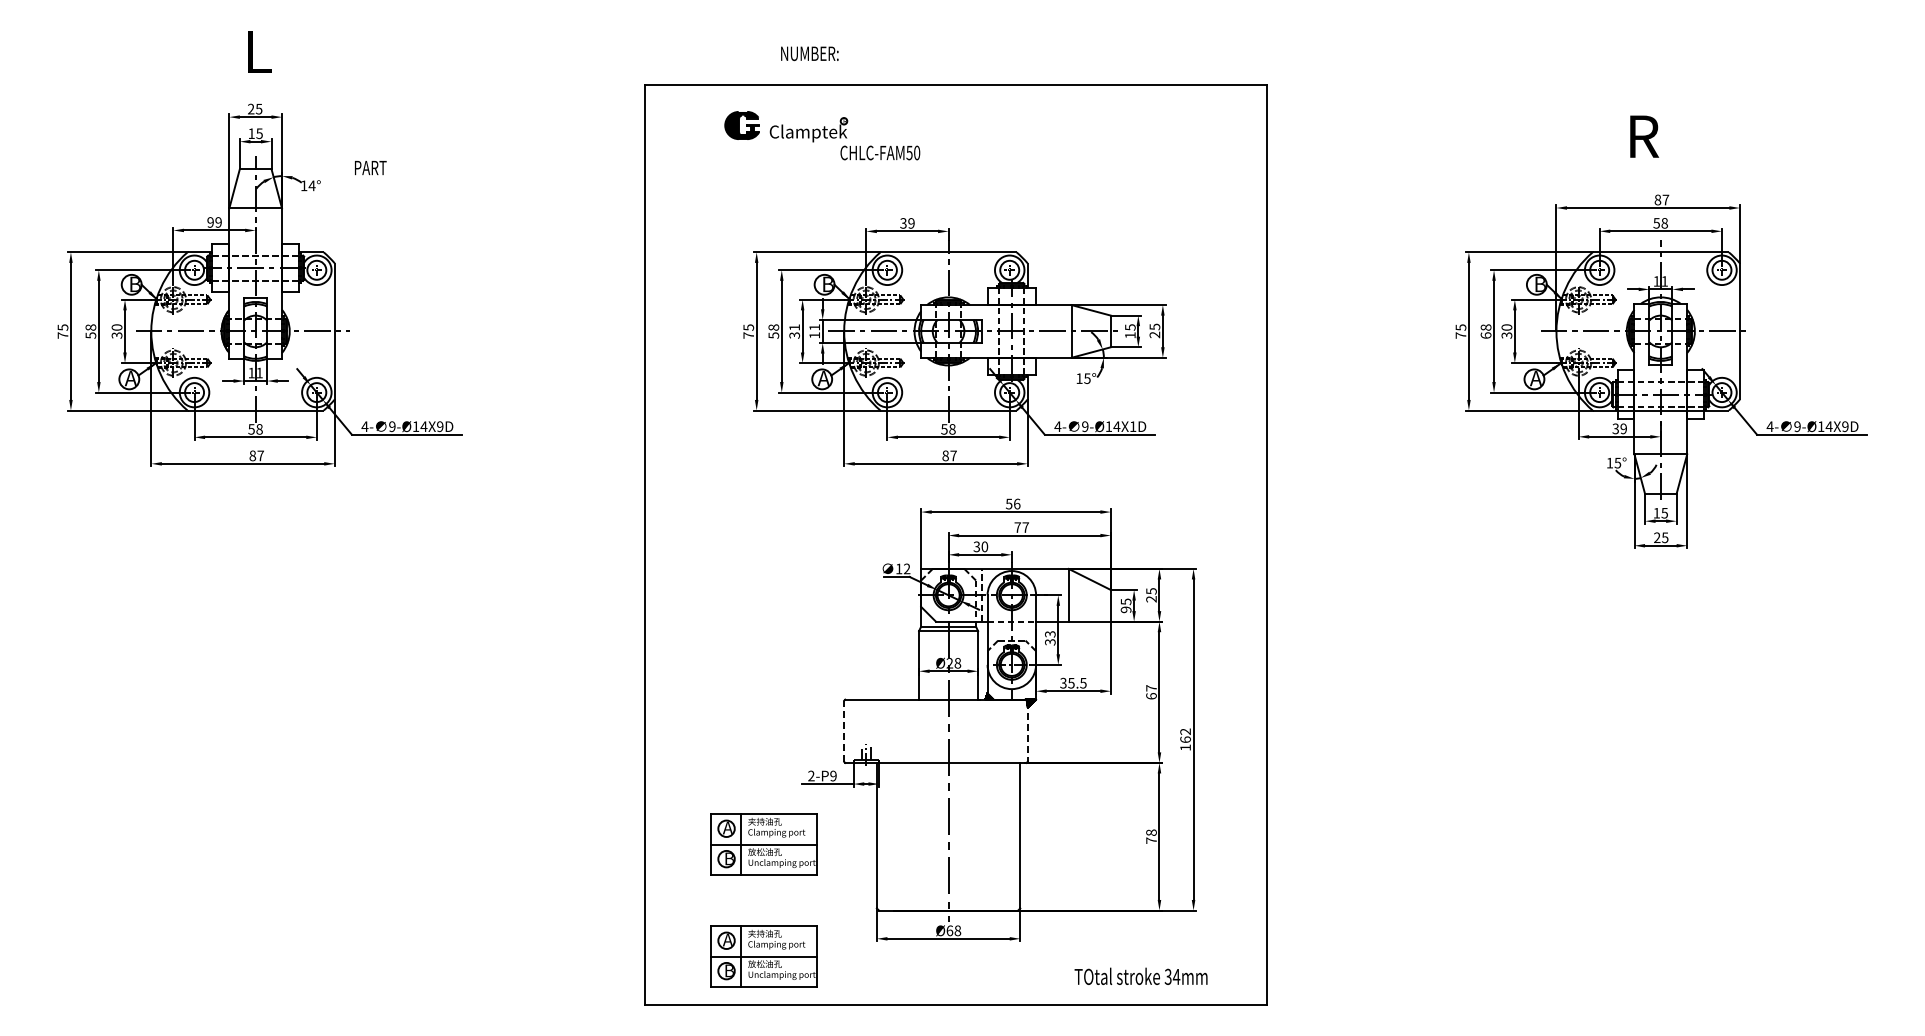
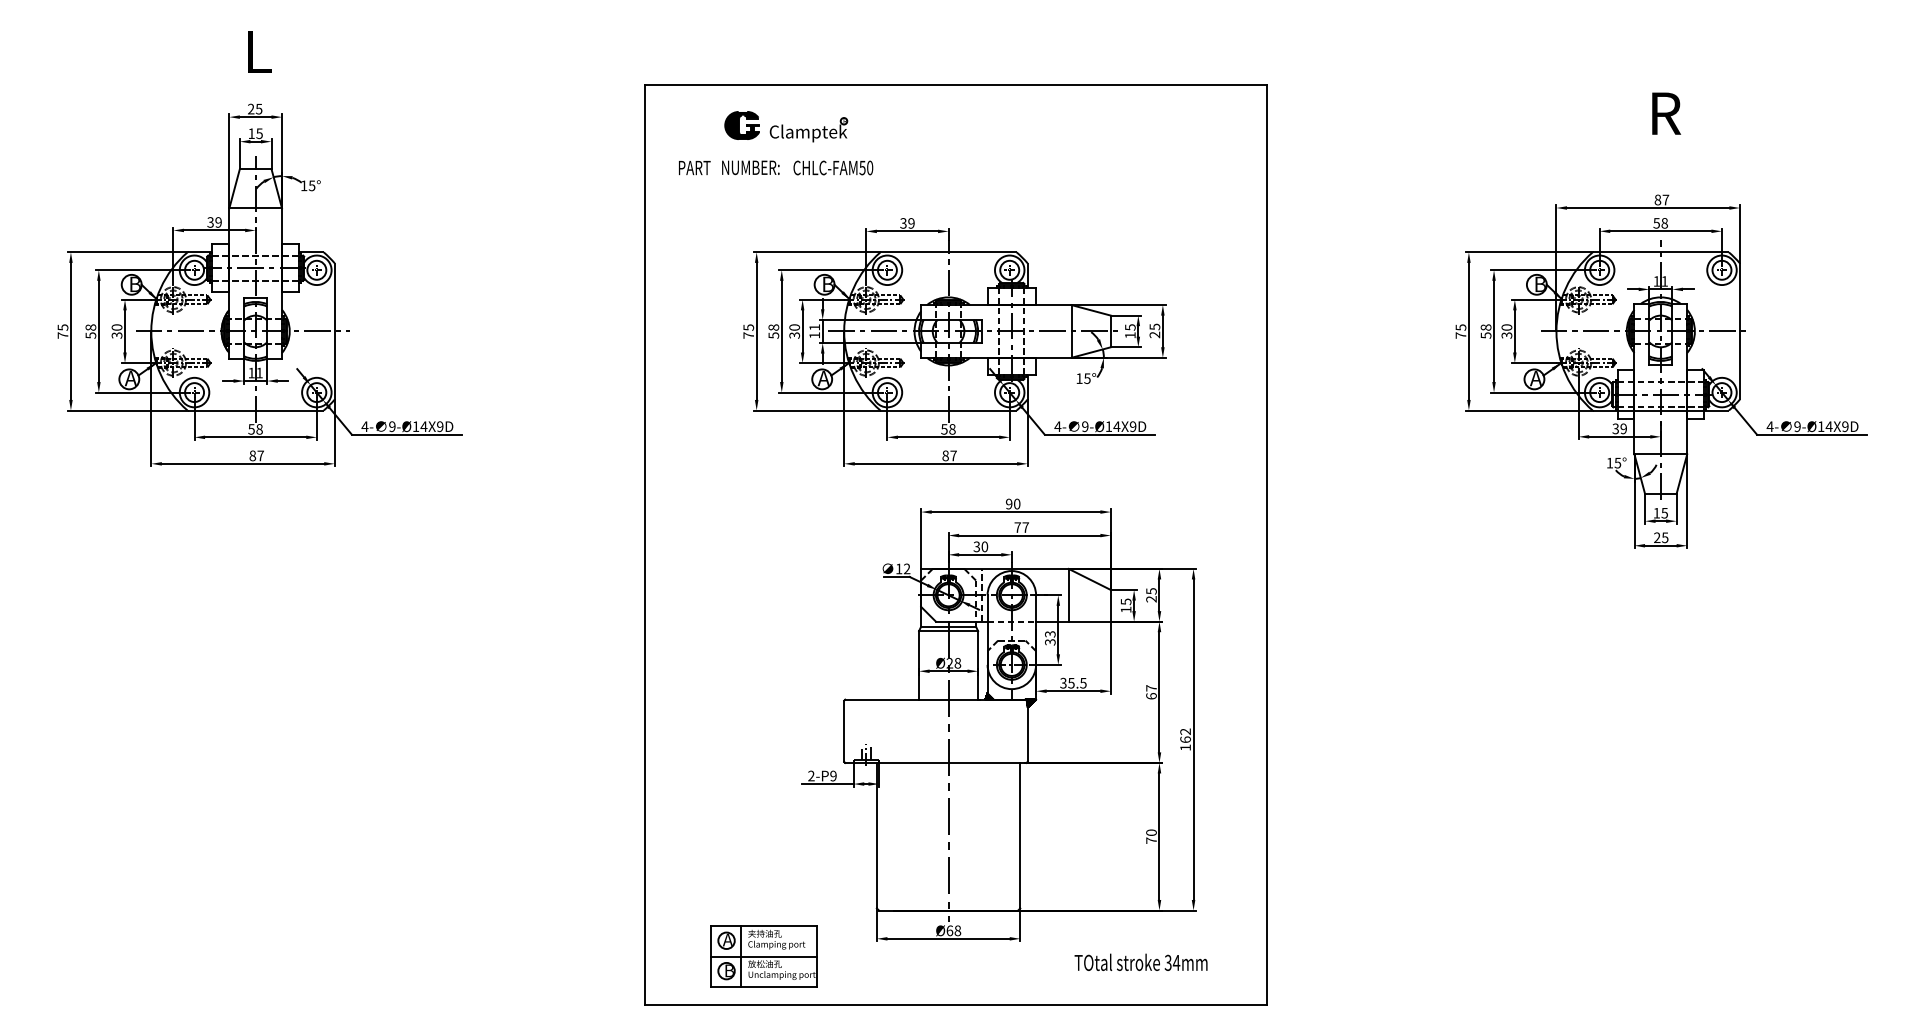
text at (809, 53) position: (809, 53) -> (750, 167)
text at (1644, 136) position: (1644, 136) -> (1666, 113)
text at (880, 152) position: (880, 152) -> (833, 167)
text at (370, 168) position: (370, 168) -> (694, 168)
text at (311, 185): 14° -> 15°
text at (210, 222): 99 -> 39
text at (794, 327): 31 -> 30
text at (1485, 335): 68 -> 58
text at (1132, 426): 9-Ø14X1D -> 9-Ø14X9D
text at (1012, 503): 56 -> 90
text at (1125, 609): 95 -> 15
line at (844, 731): dashed -> solid
line at (1027, 732): dashed -> solid
text at (1151, 832): 78 -> 70
part at (763, 844): present -> none
text at (1140, 975) position: (1140, 975) -> (1140, 961)
